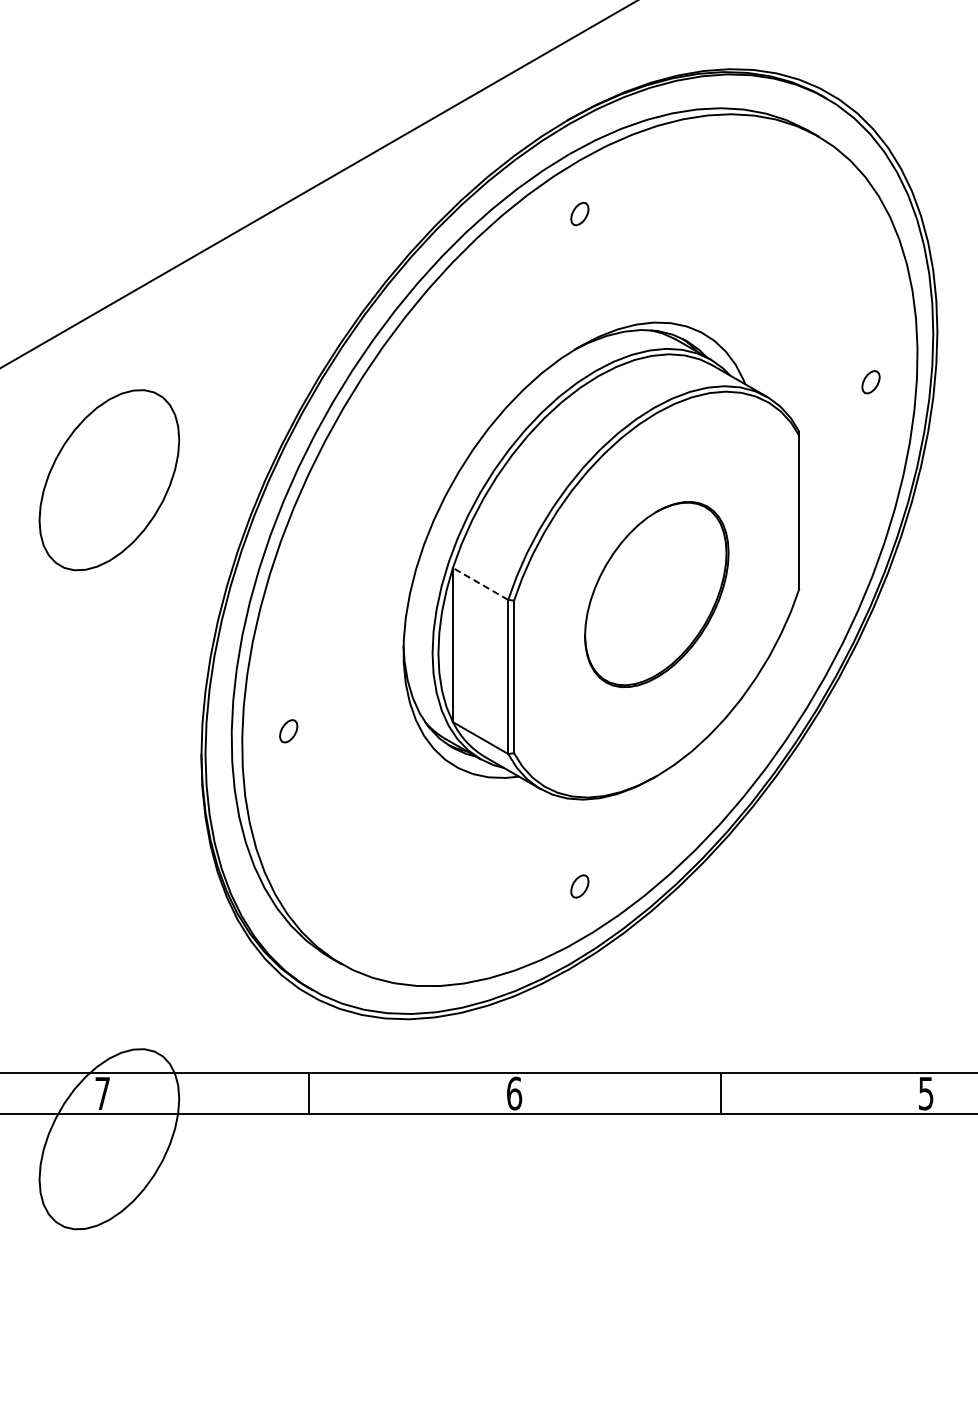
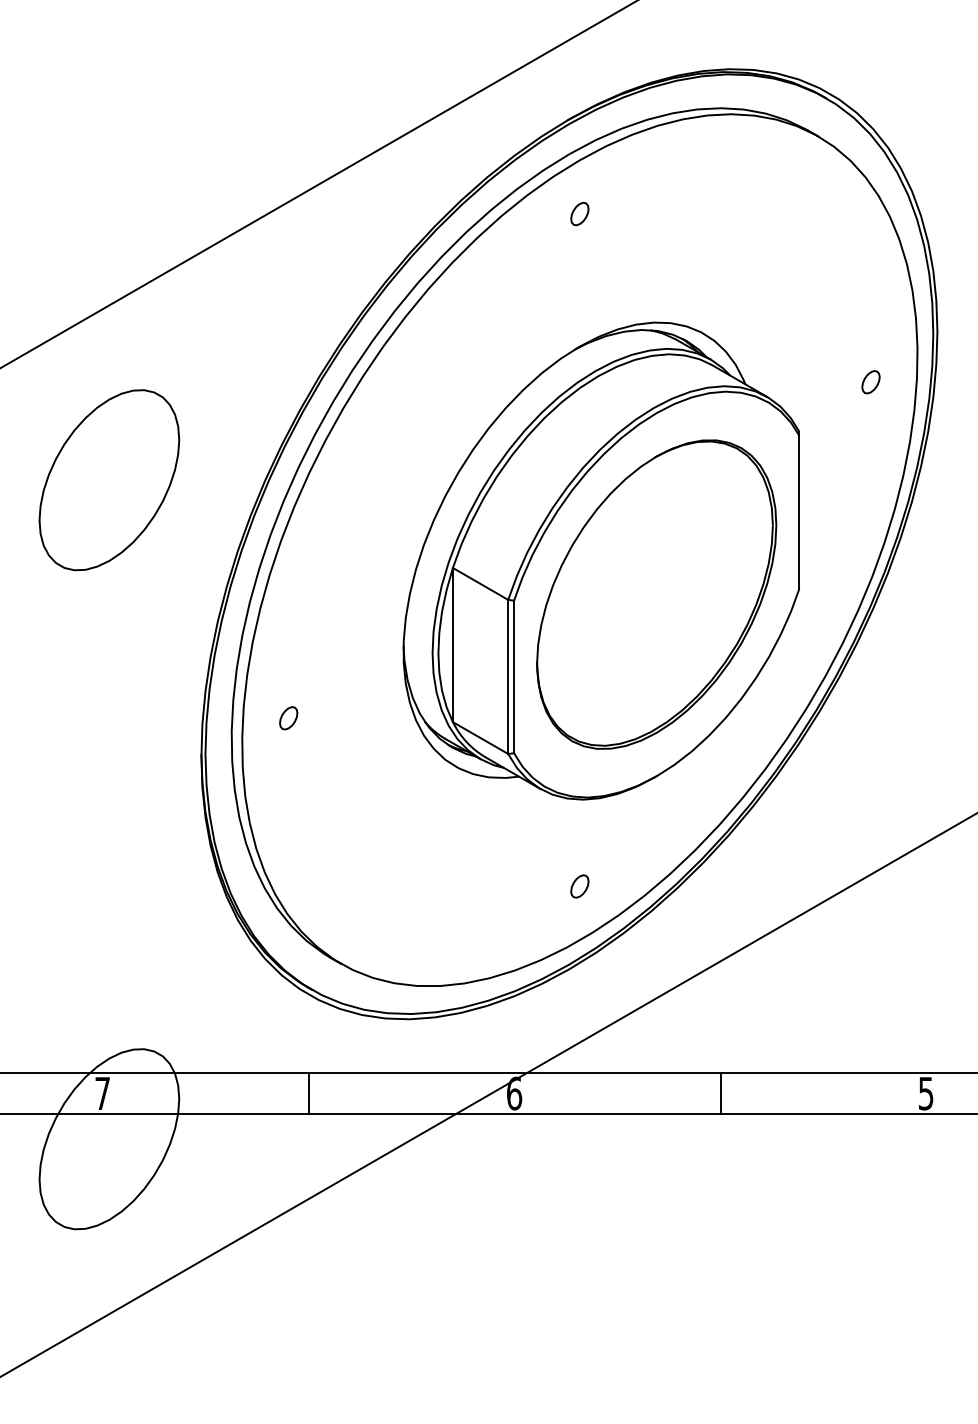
line at (480, 583): dashed -> solid
part at (656, 594) size: 146x187 px -> 242x311 px
part at (288, 731) position: (288, 731) -> (288, 718)
line at (488, 1094): none -> present
